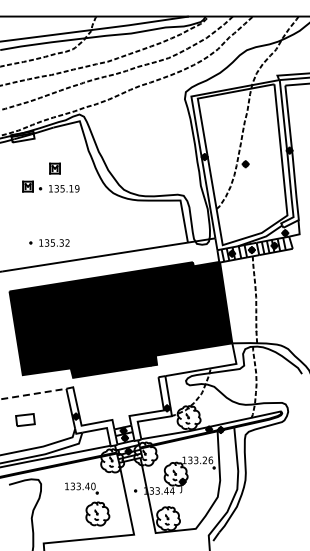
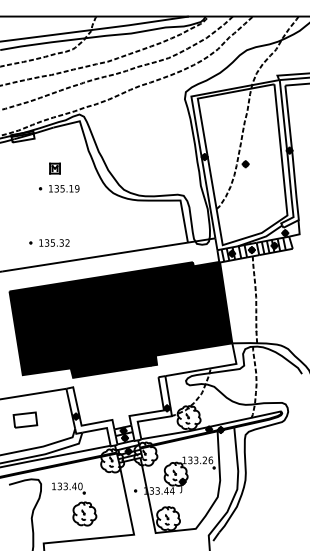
part at (27, 186): present -> none
line at (31, 394): dashed -> solid
part at (25, 419) size: 21x14 px -> 27x18 px
part at (87, 504) position: (87, 504) -> (74, 504)
